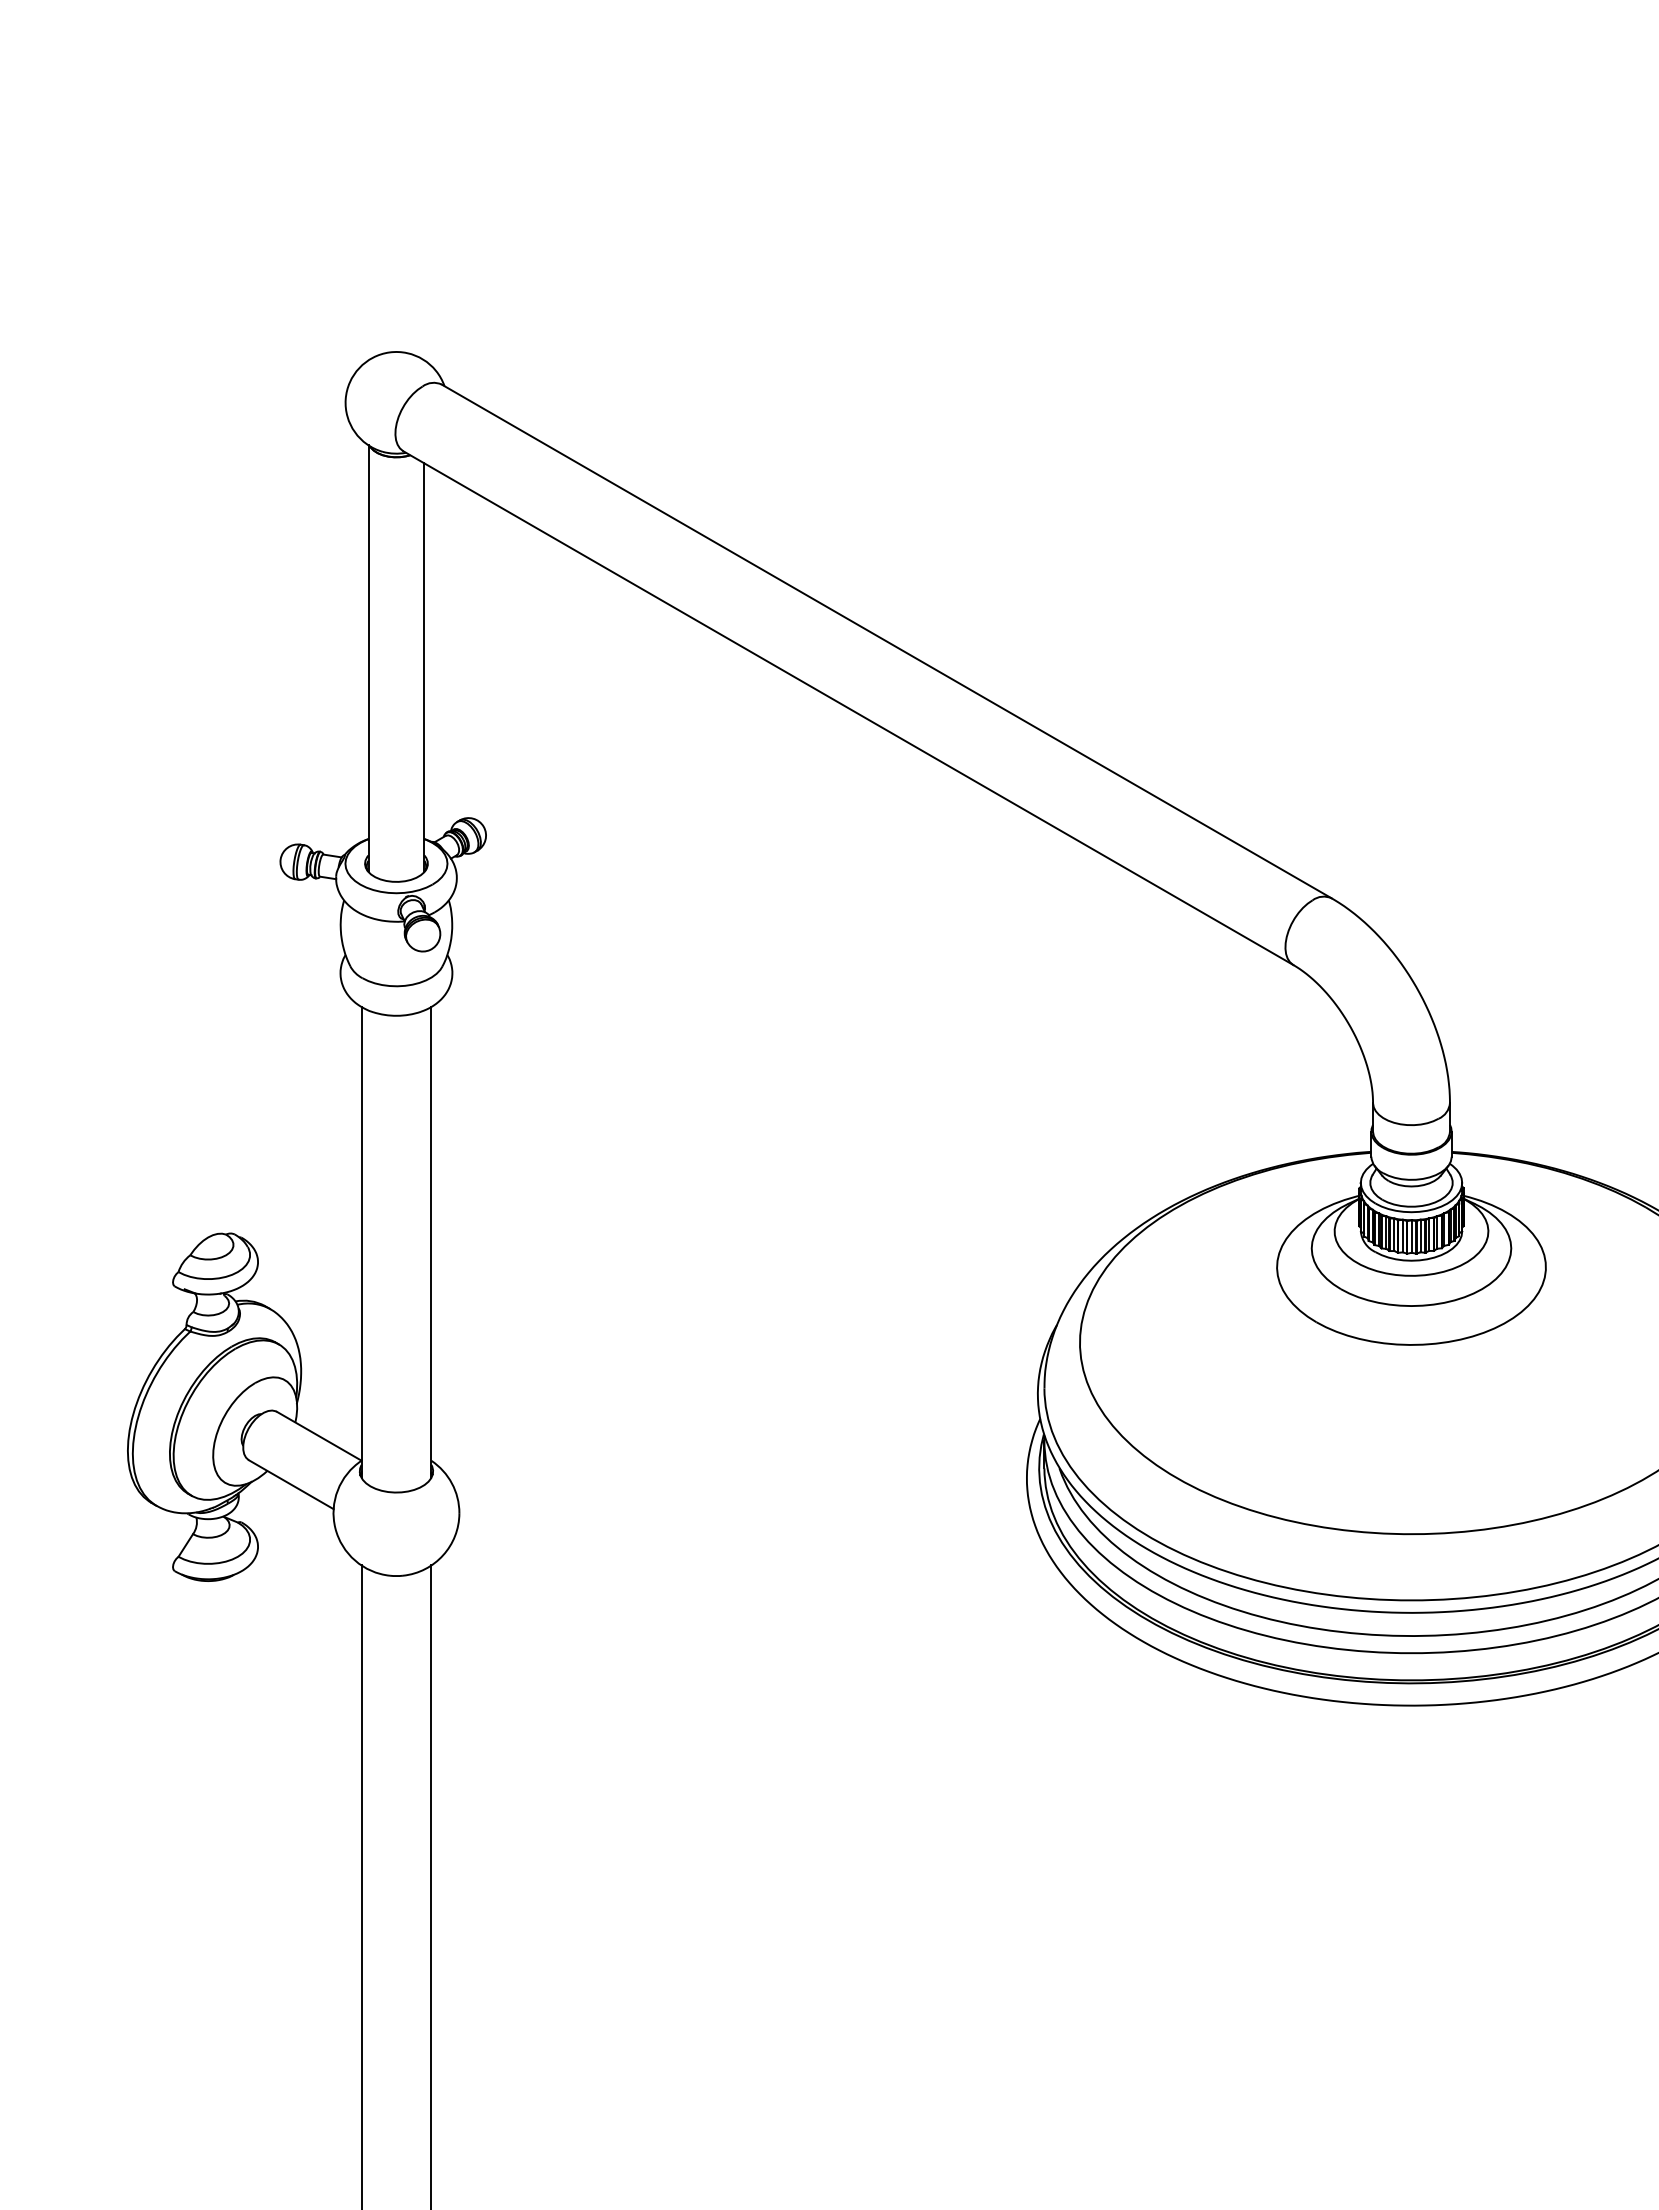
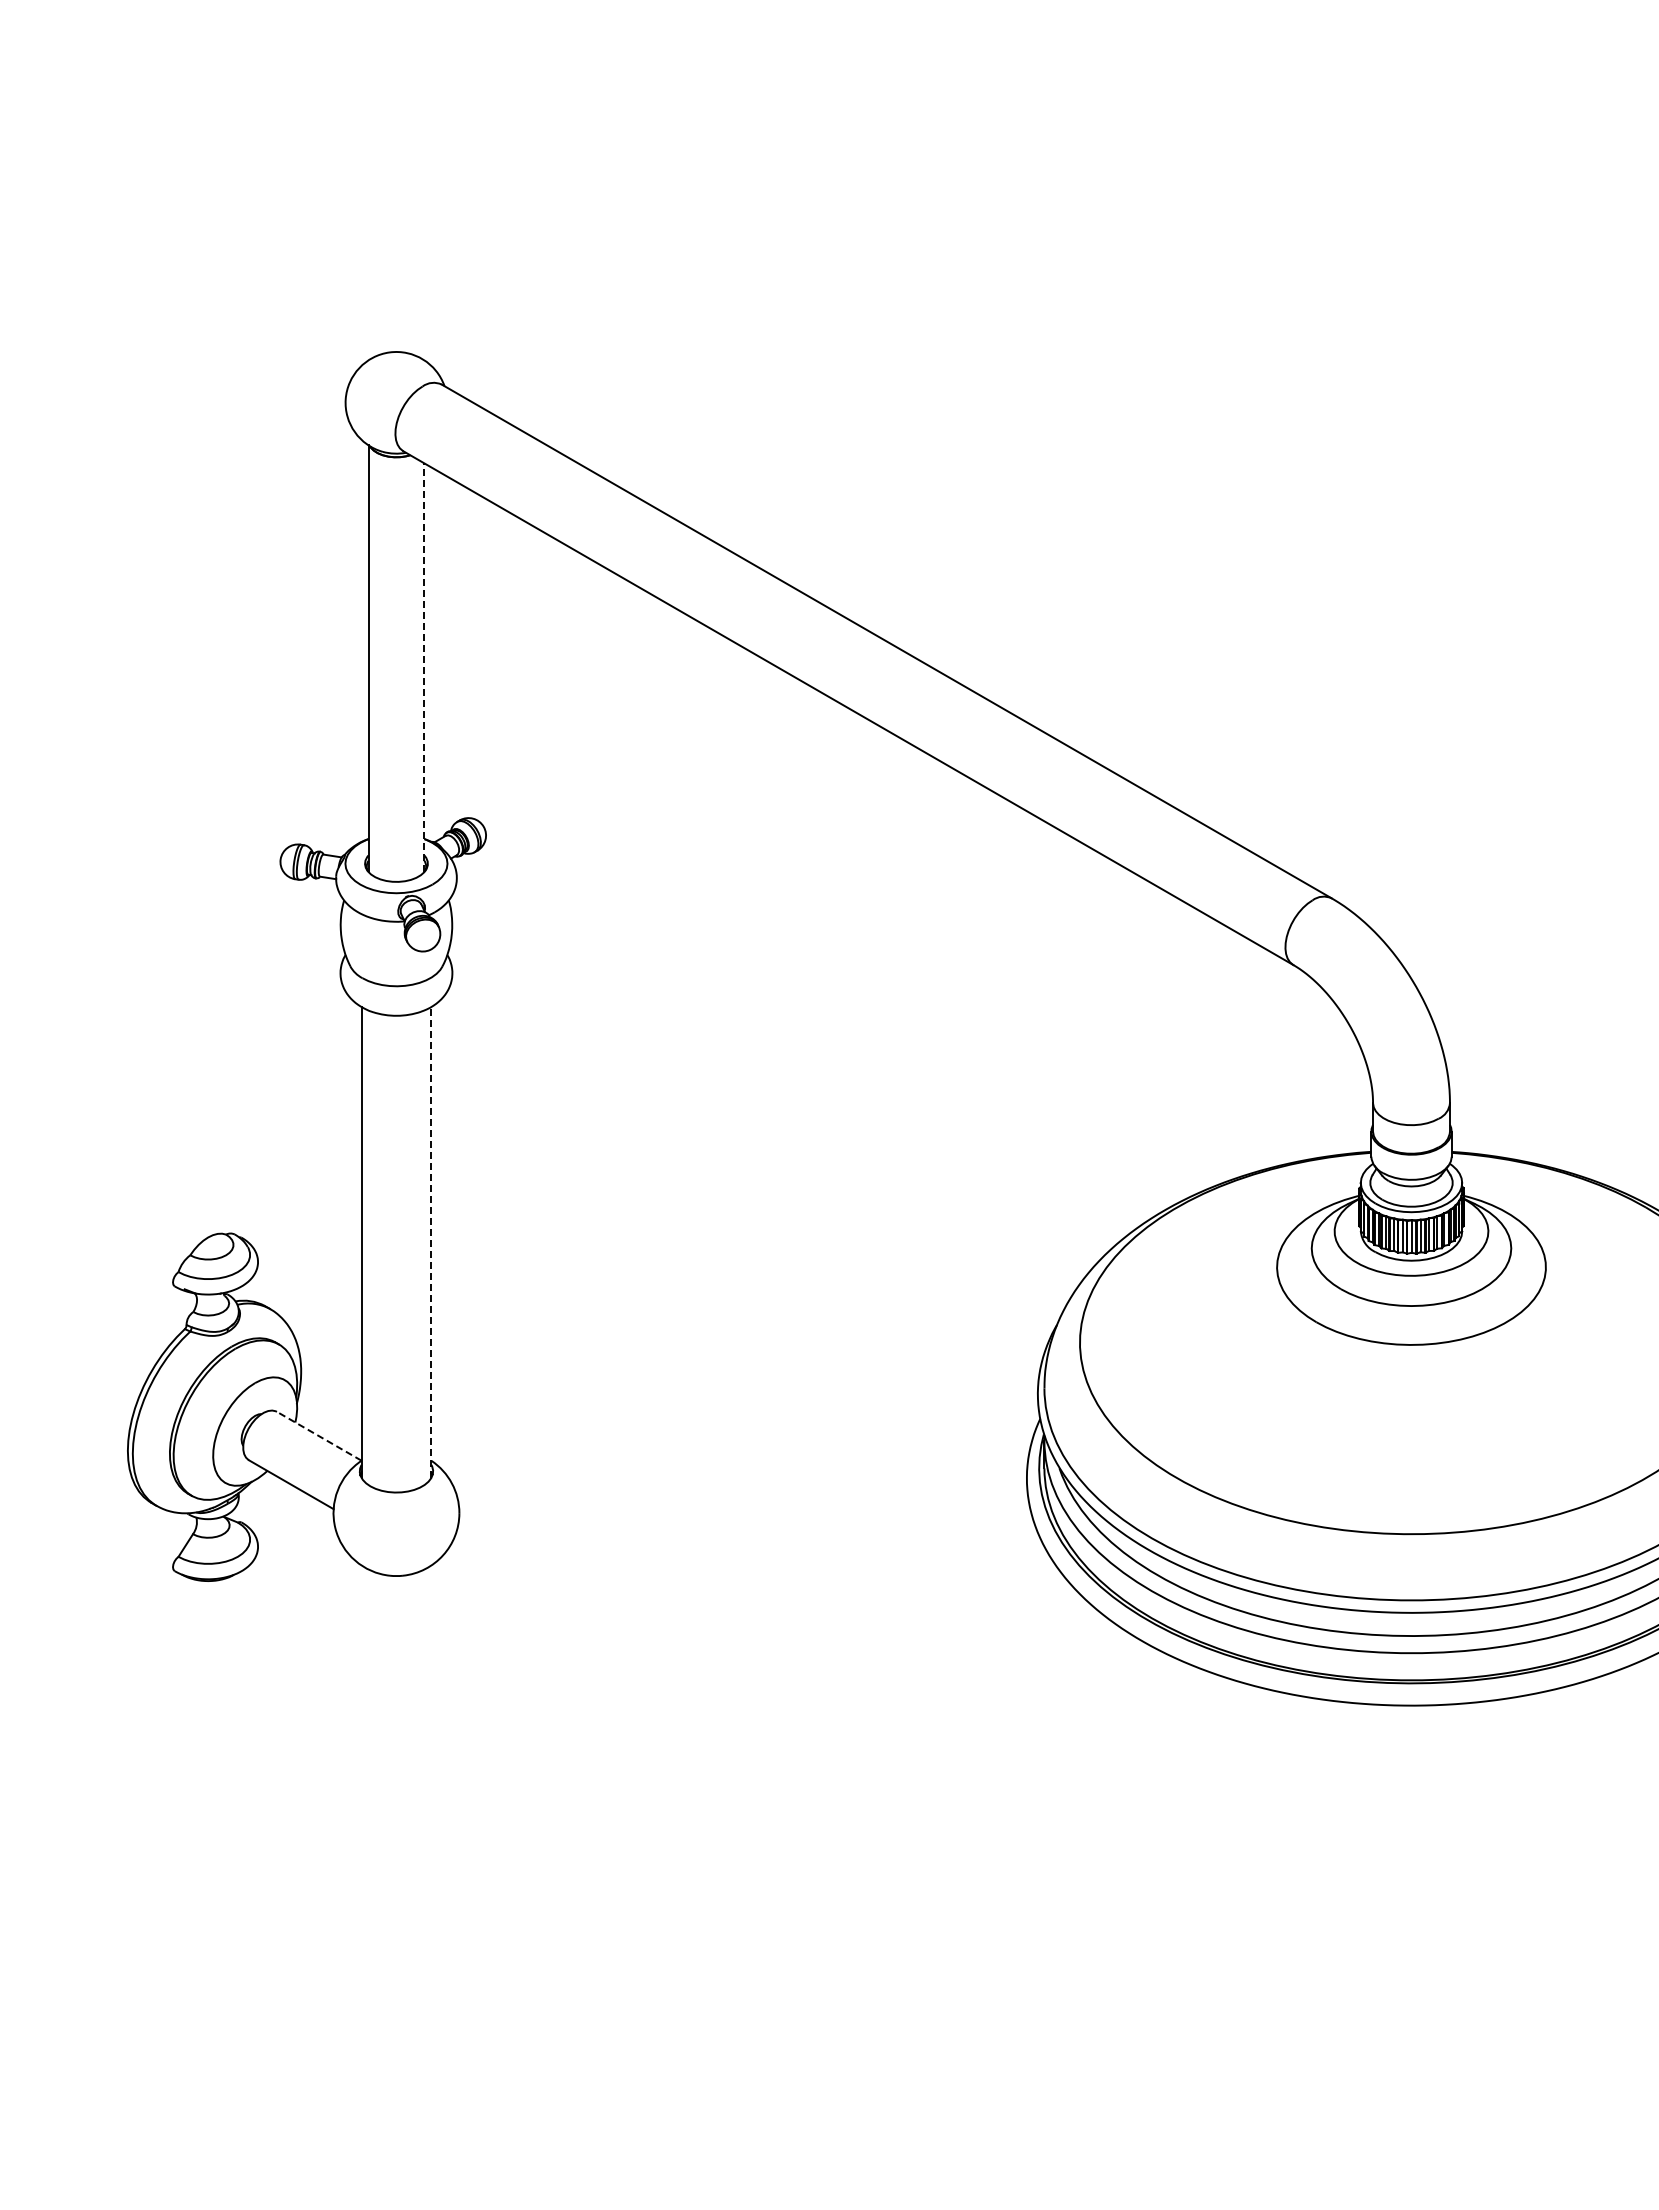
line at (424, 667): solid -> dashed
line at (431, 1242): solid -> dashed
line at (319, 1436): solid -> dashed
line at (361, 1885): present -> none
line at (431, 1885): present -> none
